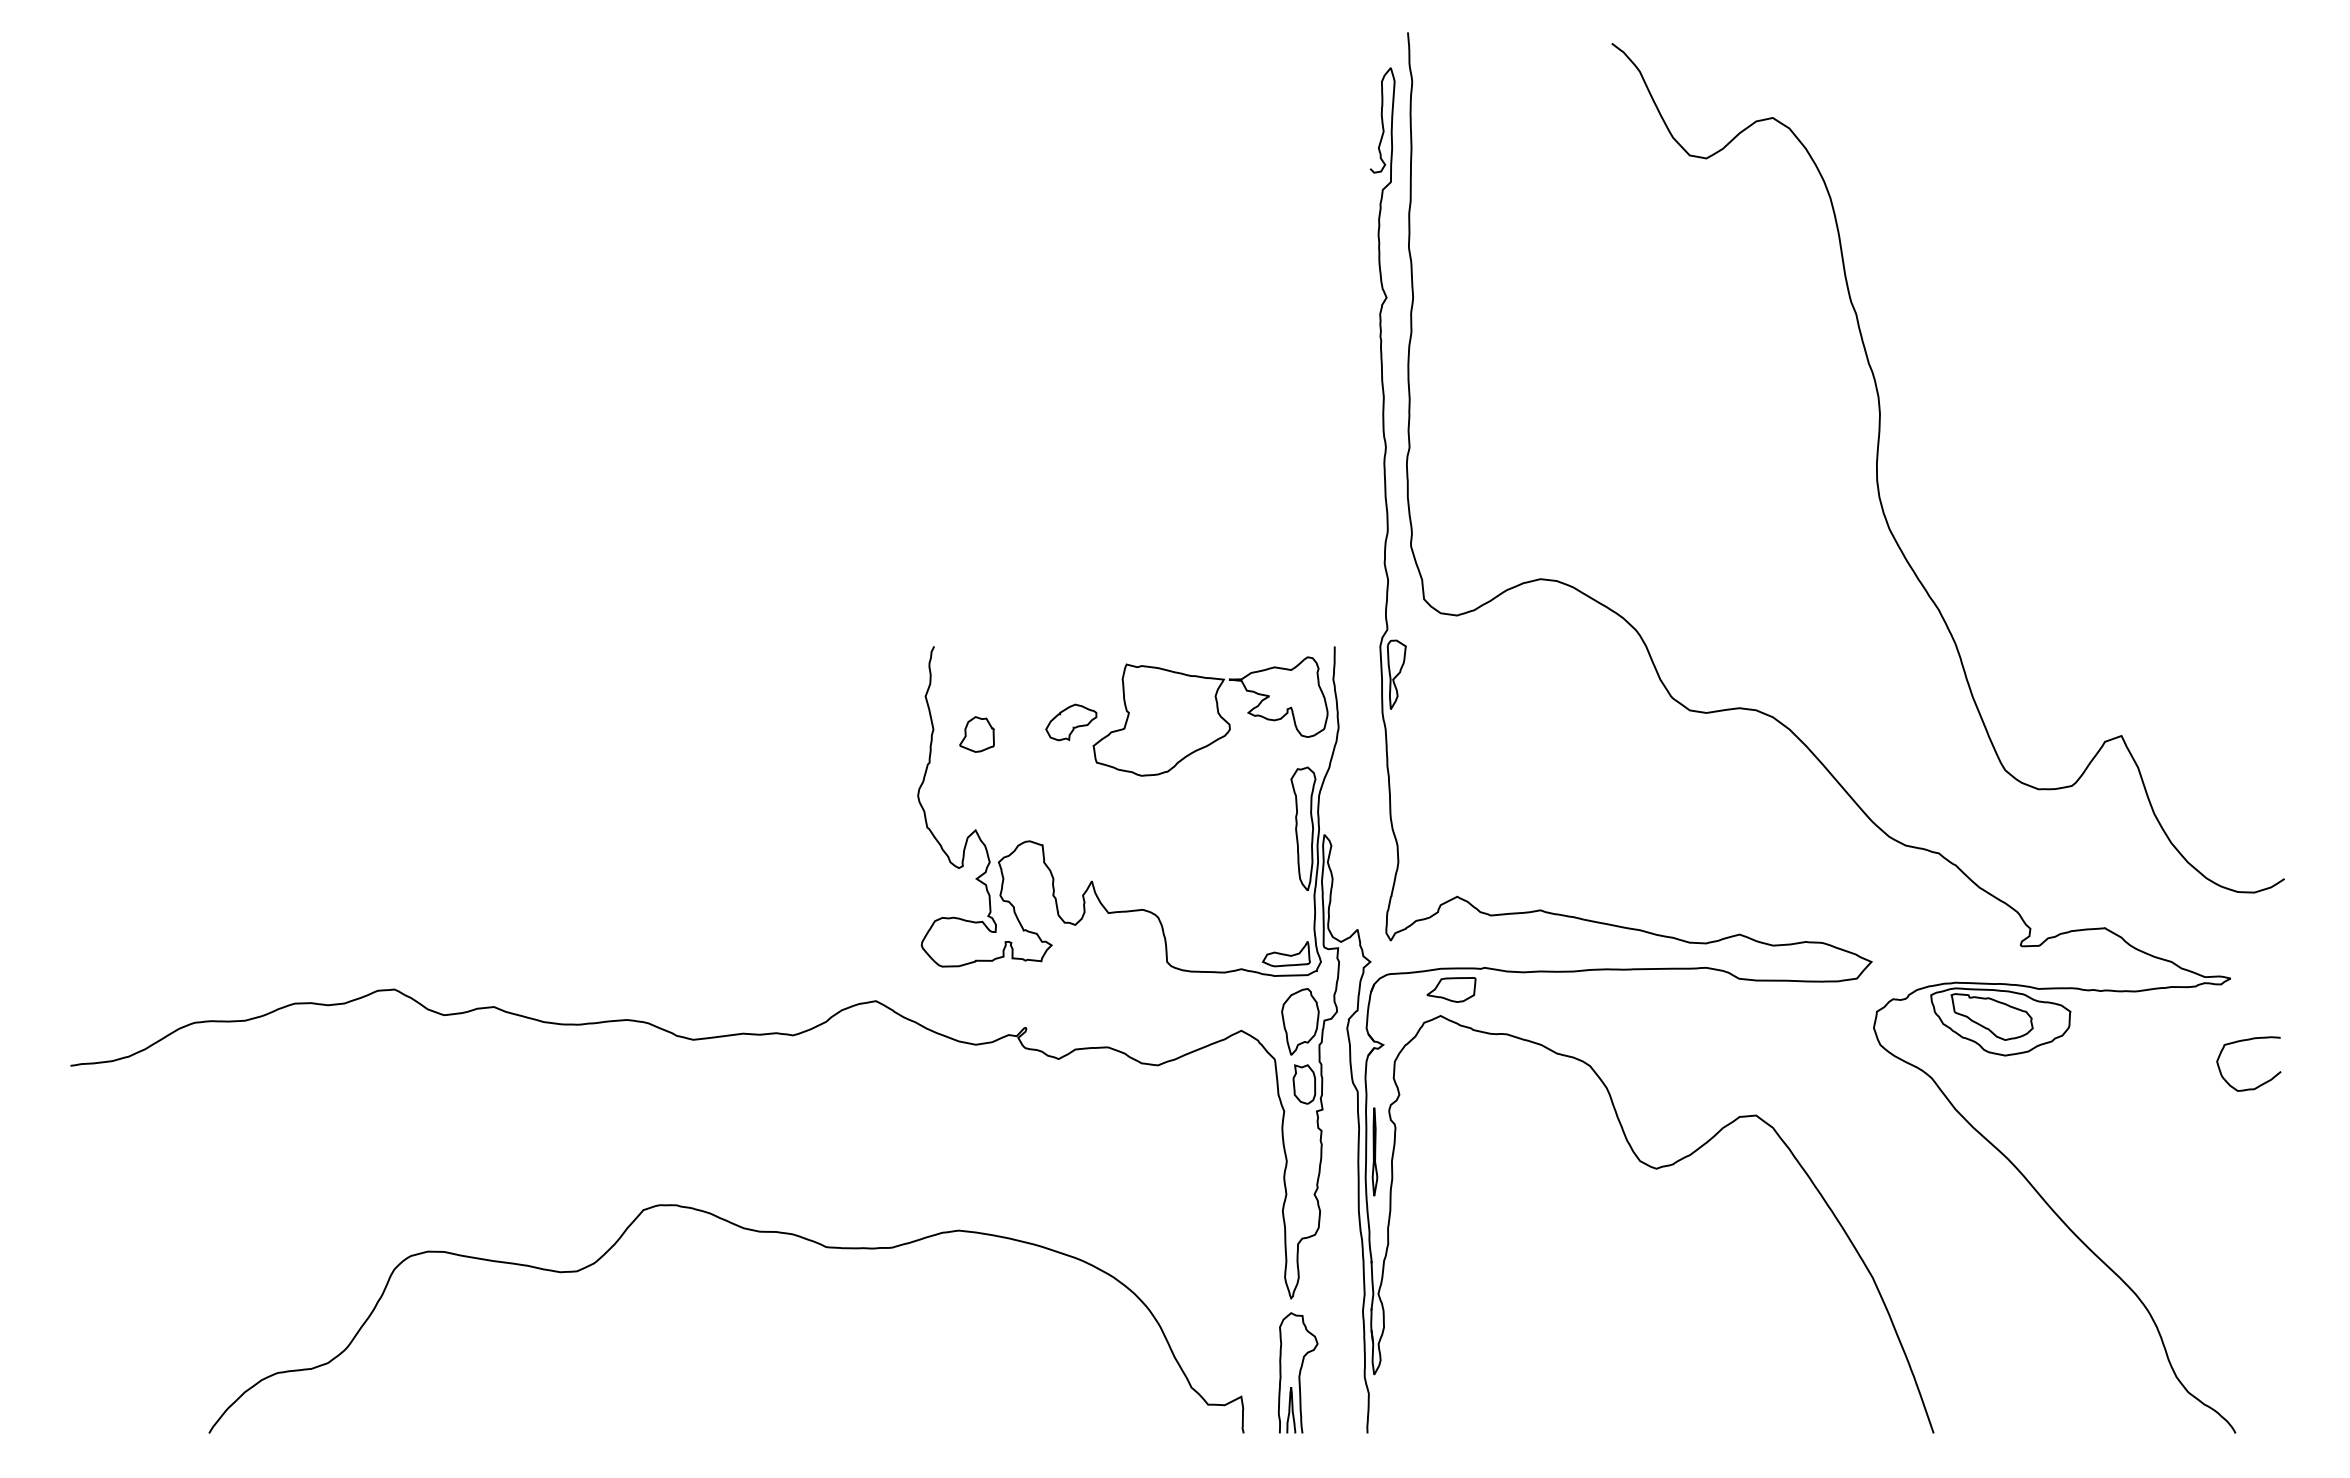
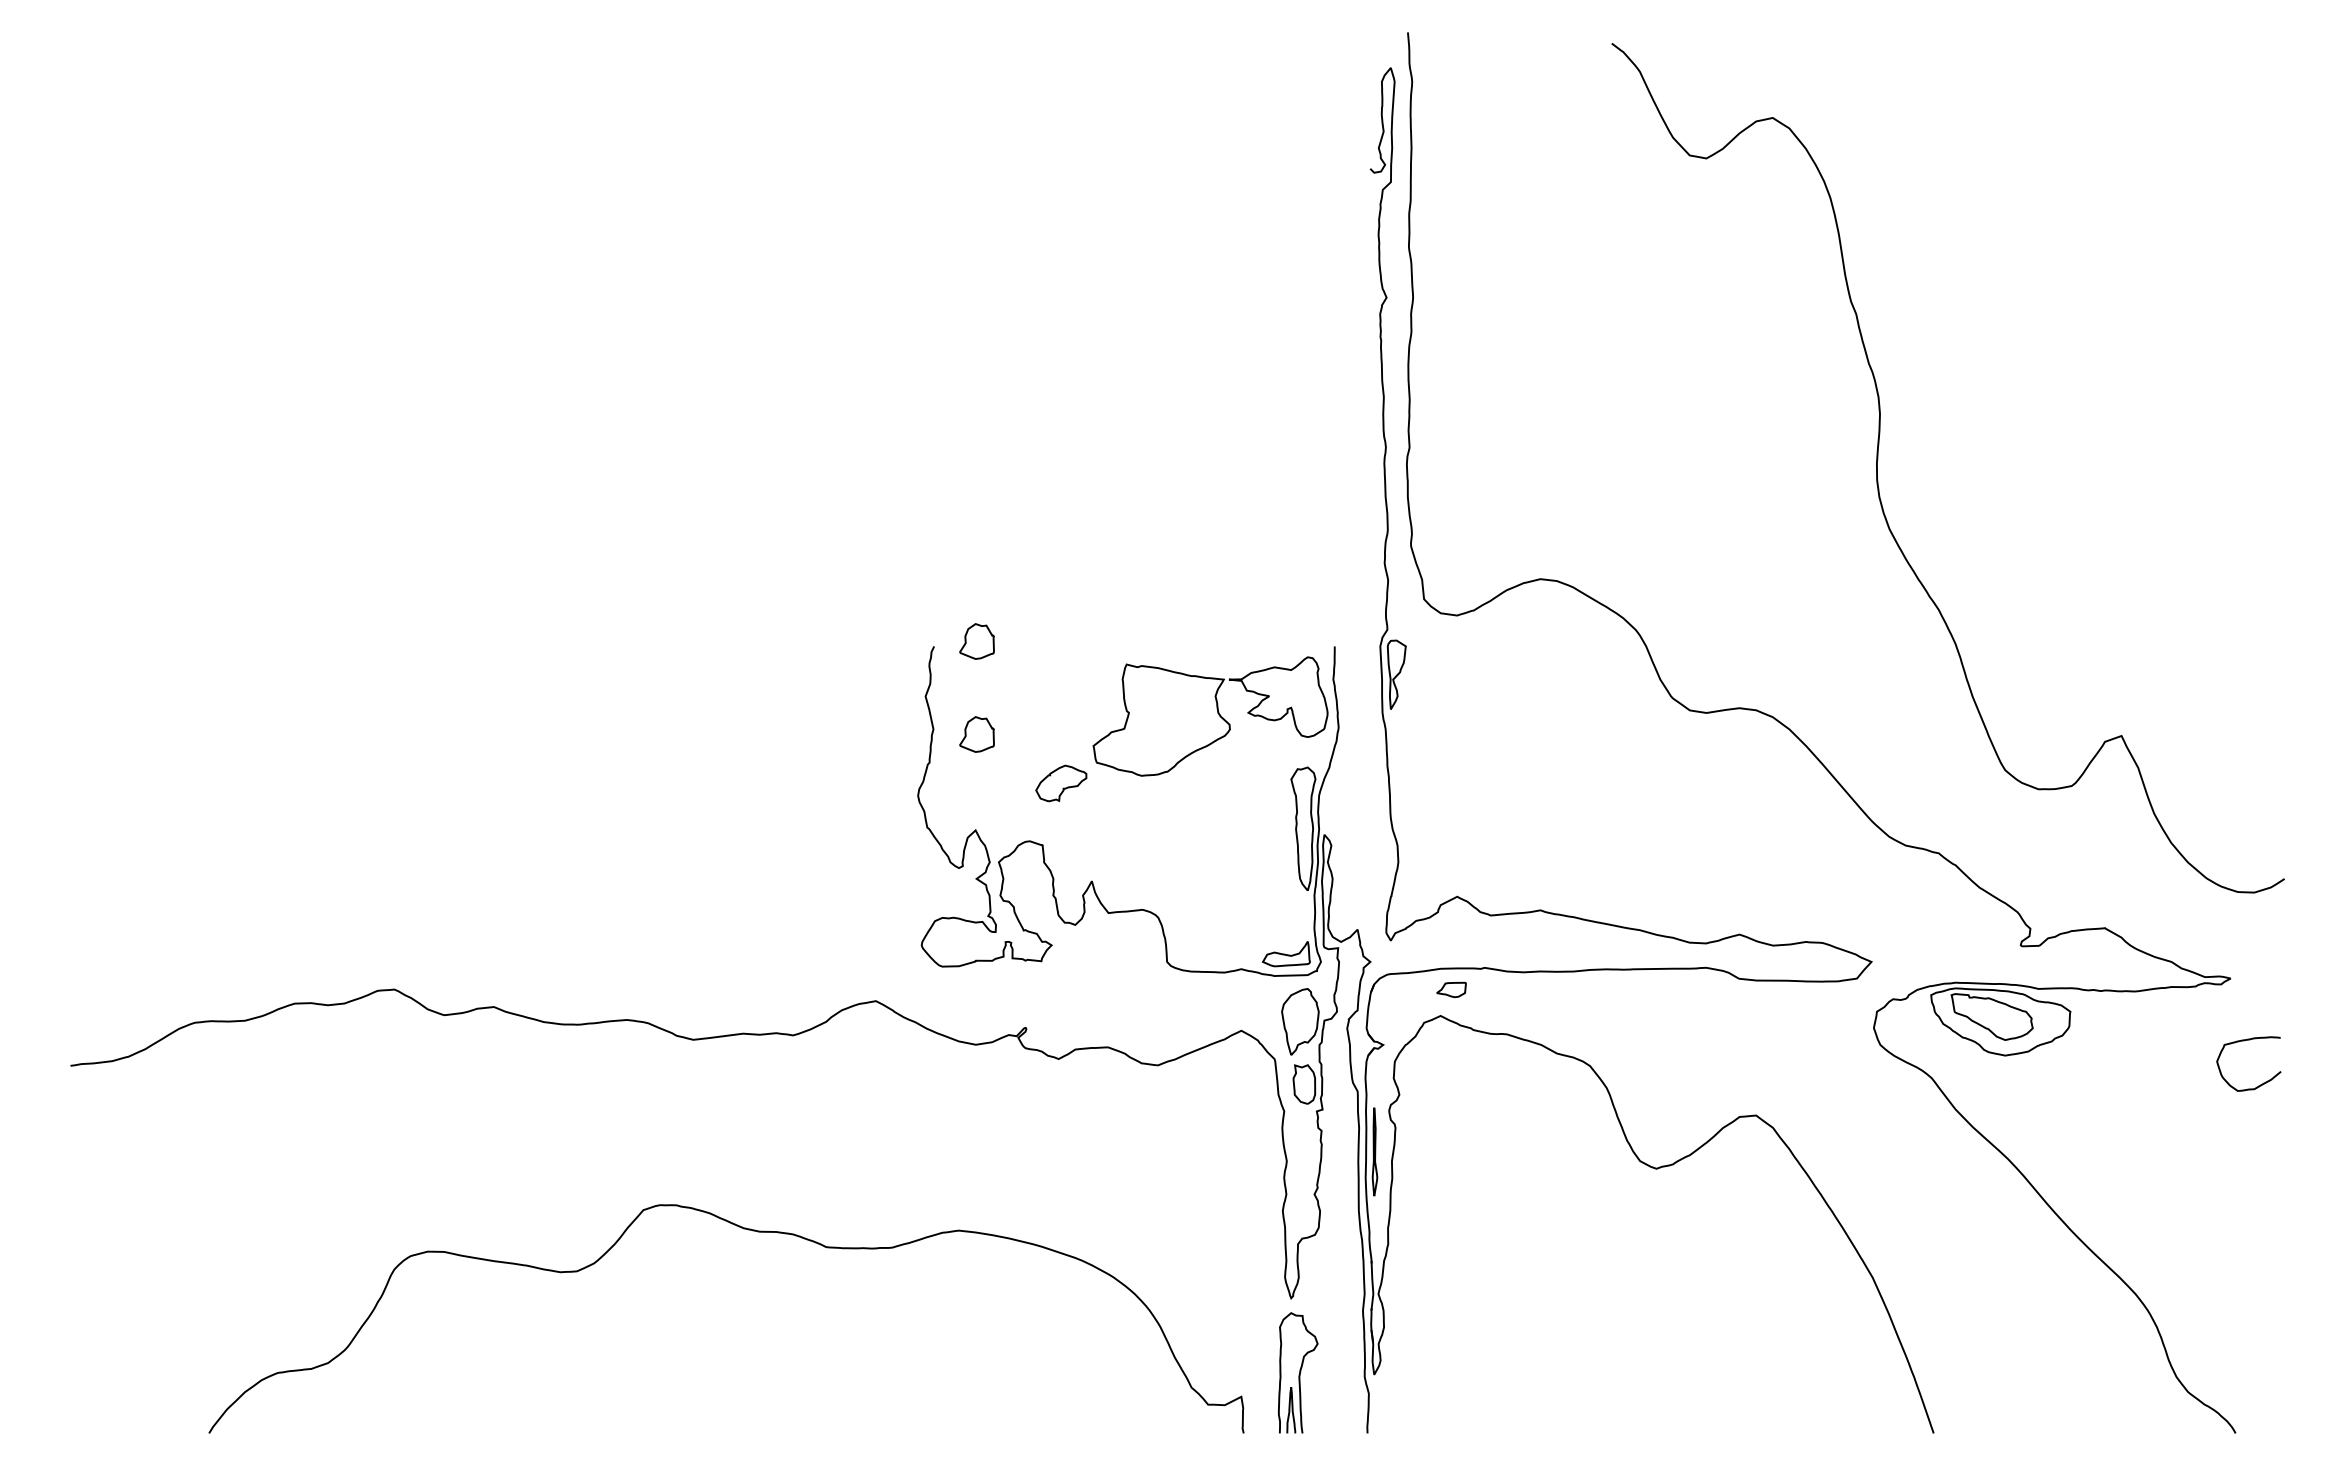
part at (976, 641): none -> present
part at (1071, 722) position: (1071, 722) -> (1061, 783)
part at (1451, 989) size: 51x26 px -> 31x18 px
